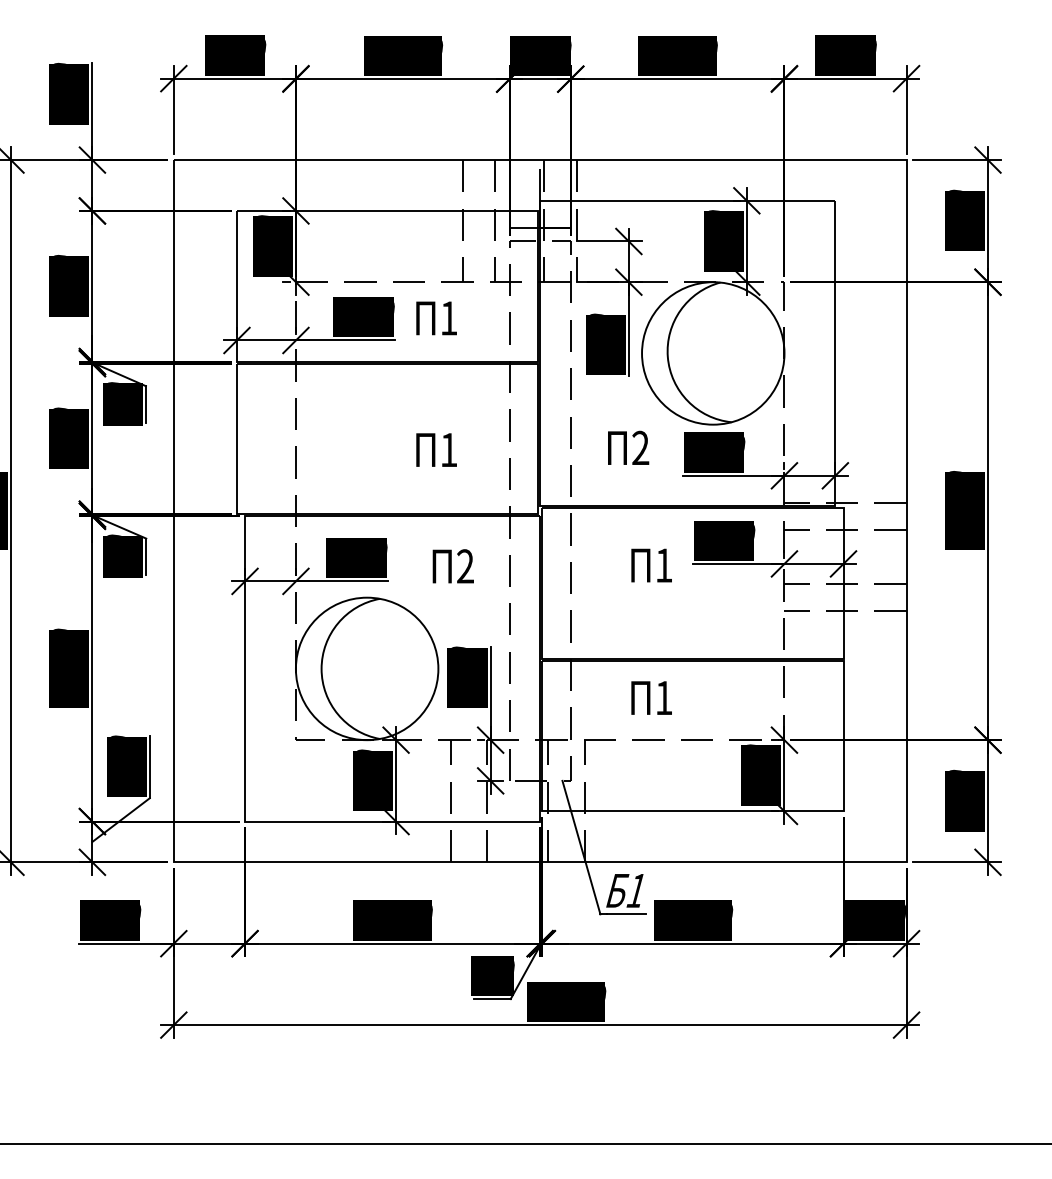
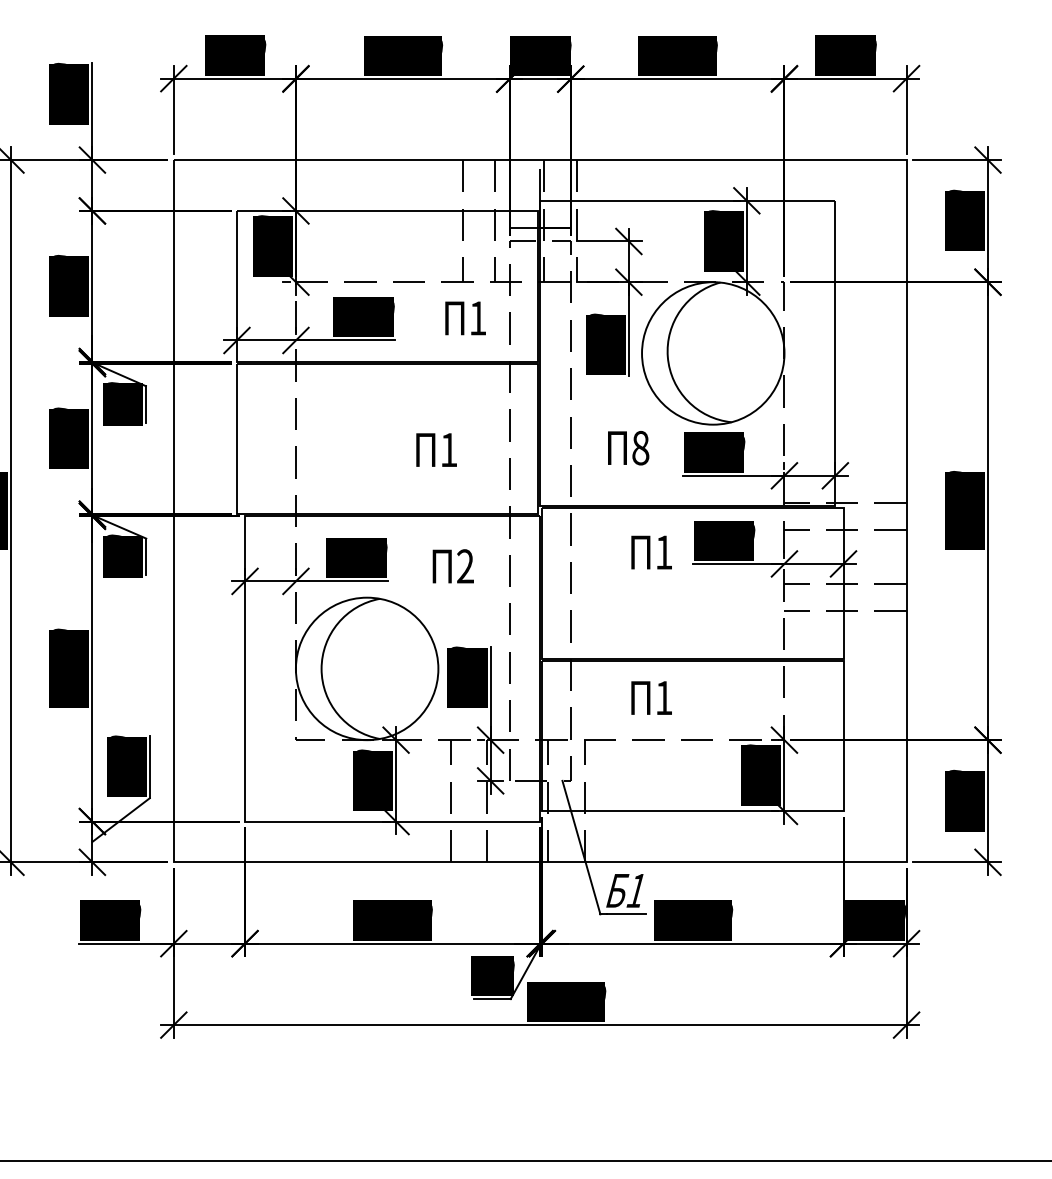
text at (436, 318) position: (436, 318) -> (465, 318)
text at (640, 447): 2 -> 8
text at (651, 565) position: (651, 565) -> (651, 552)
line at (525, 1143) position: (525, 1143) -> (525, 1160)
